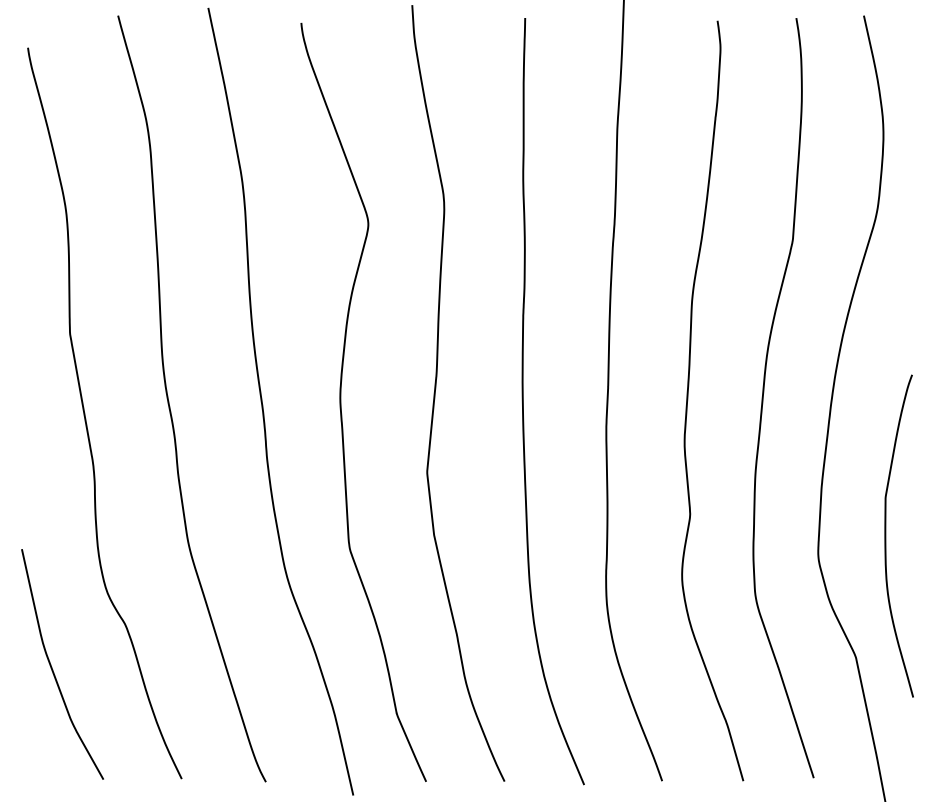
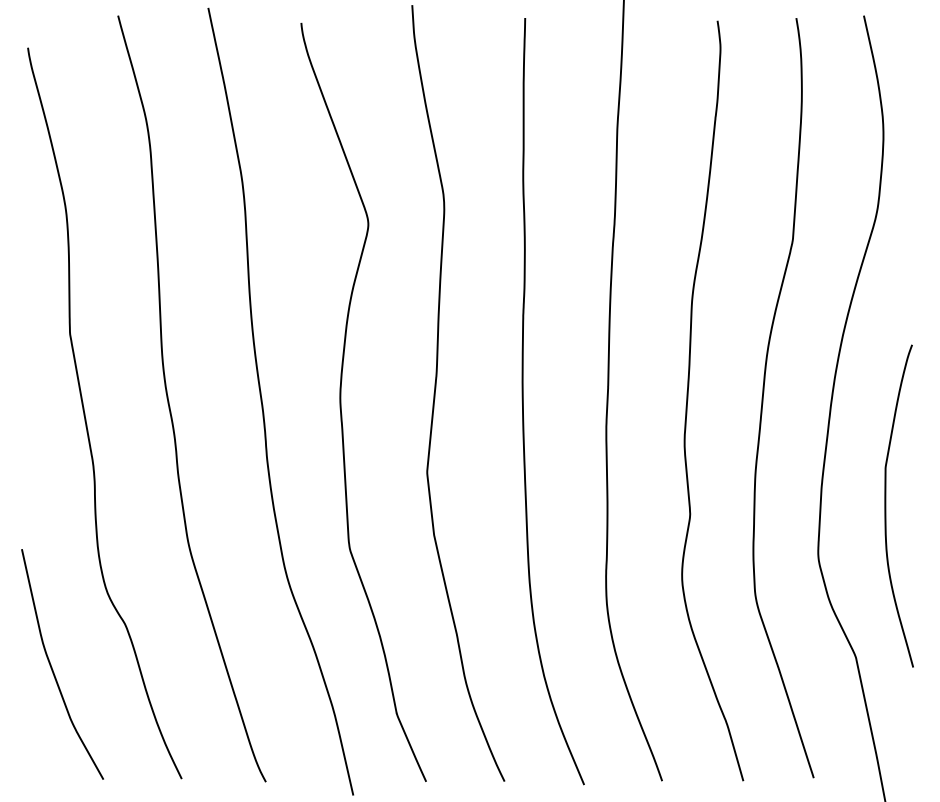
curve at (886, 535) position: (886, 535) -> (886, 505)
